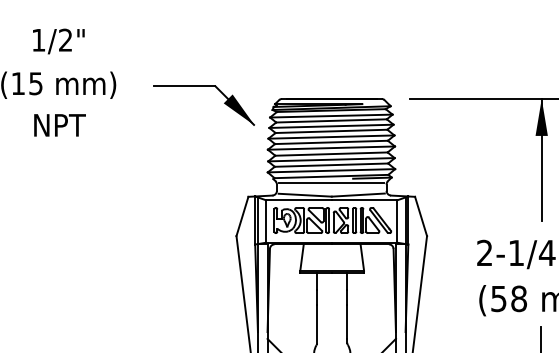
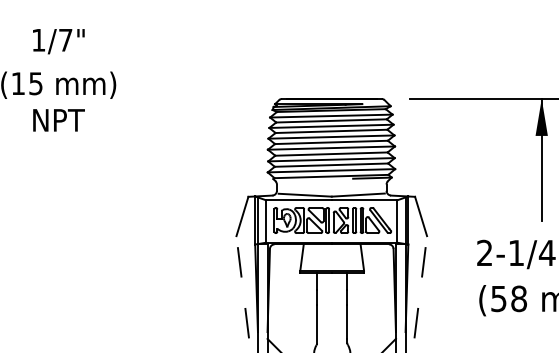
text at (65, 39): 1/2" -> 1/7"
part at (203, 86): present -> none
text at (59, 125) position: (59, 125) -> (58, 120)
line at (331, 182): present -> none
line at (243, 294): solid -> dashed
line at (419, 294): solid -> dashed
line at (541, 337): present -> none
